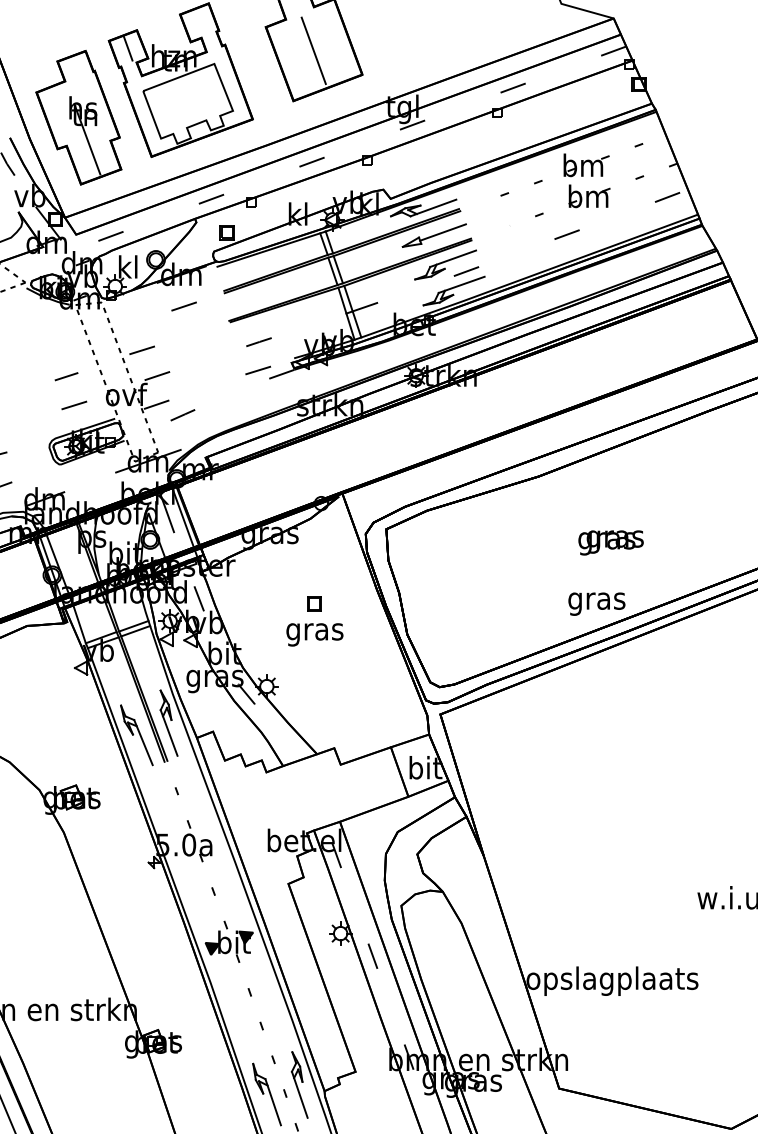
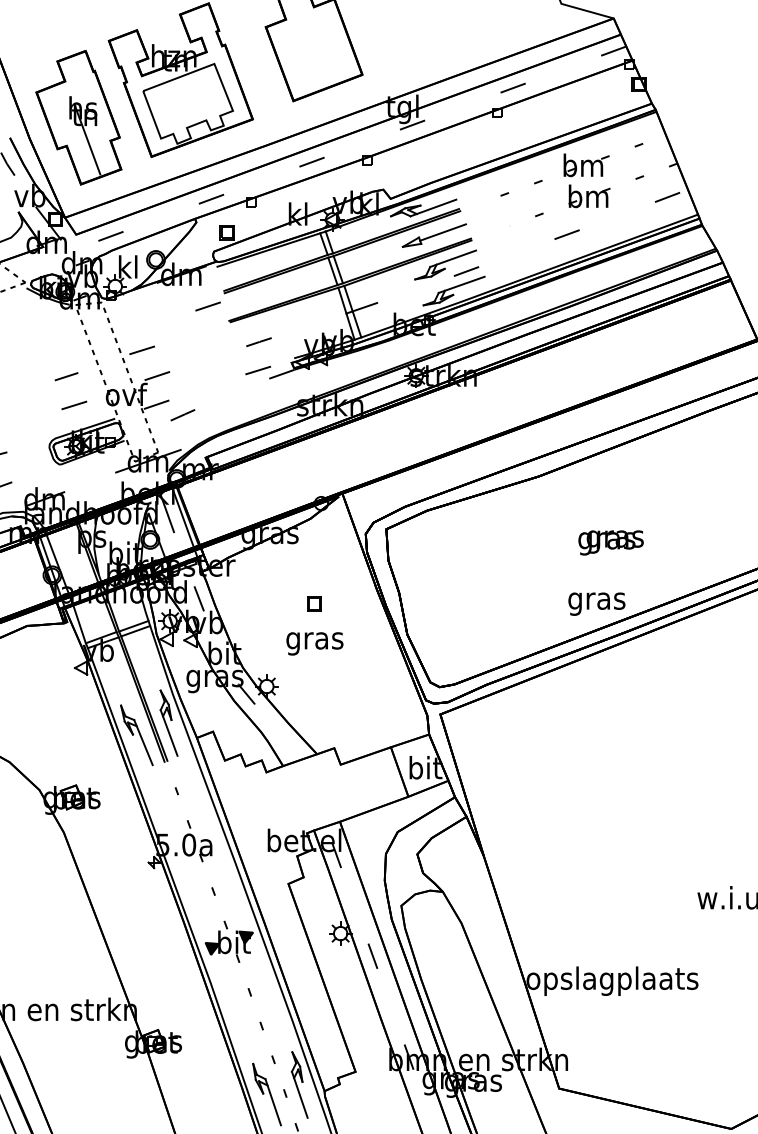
line at (127, 48): present -> none
line at (313, 50): present -> none
line at (183, 306) position: (183, 306) -> (207, 306)
text at (314, 634) position: (314, 634) -> (314, 643)
